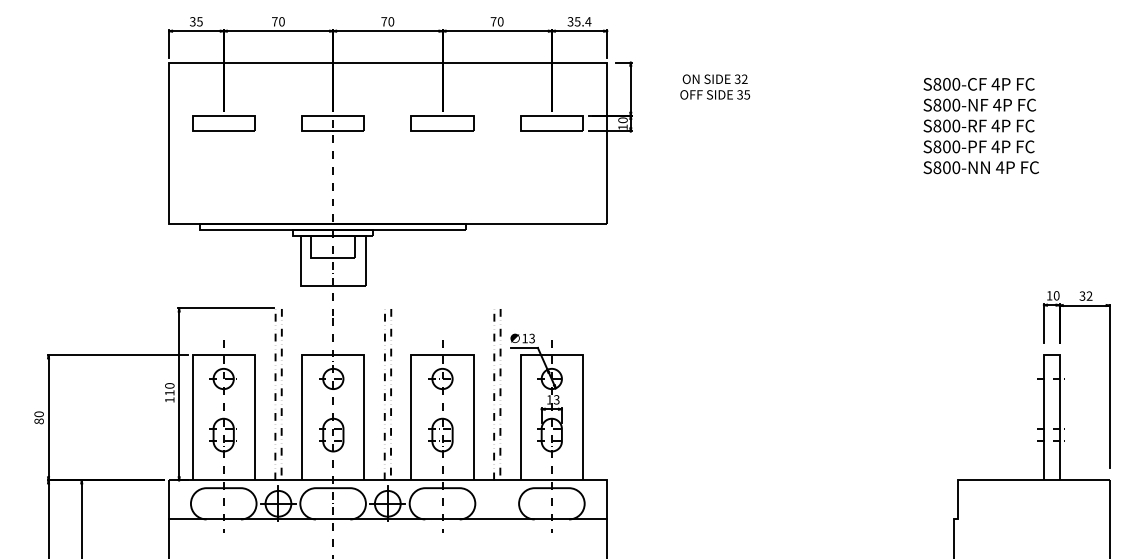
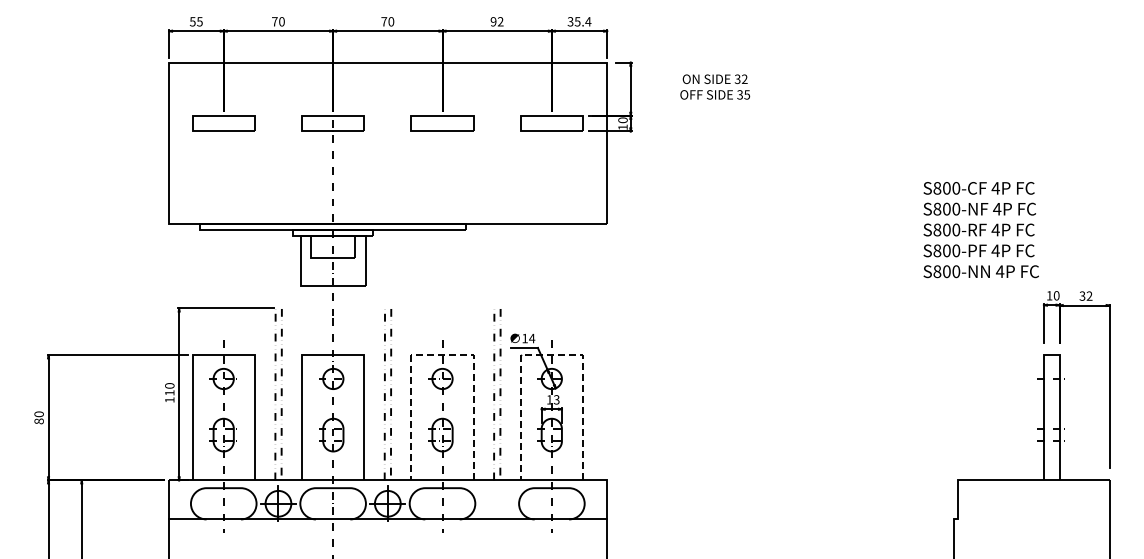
text at (192, 19): 35 -> 55
text at (496, 21): 70 -> 92
text at (980, 126) position: (980, 126) -> (980, 230)
text at (532, 338): 13 -> 14
line at (442, 355): solid -> dashed
line at (551, 355): solid -> dashed
